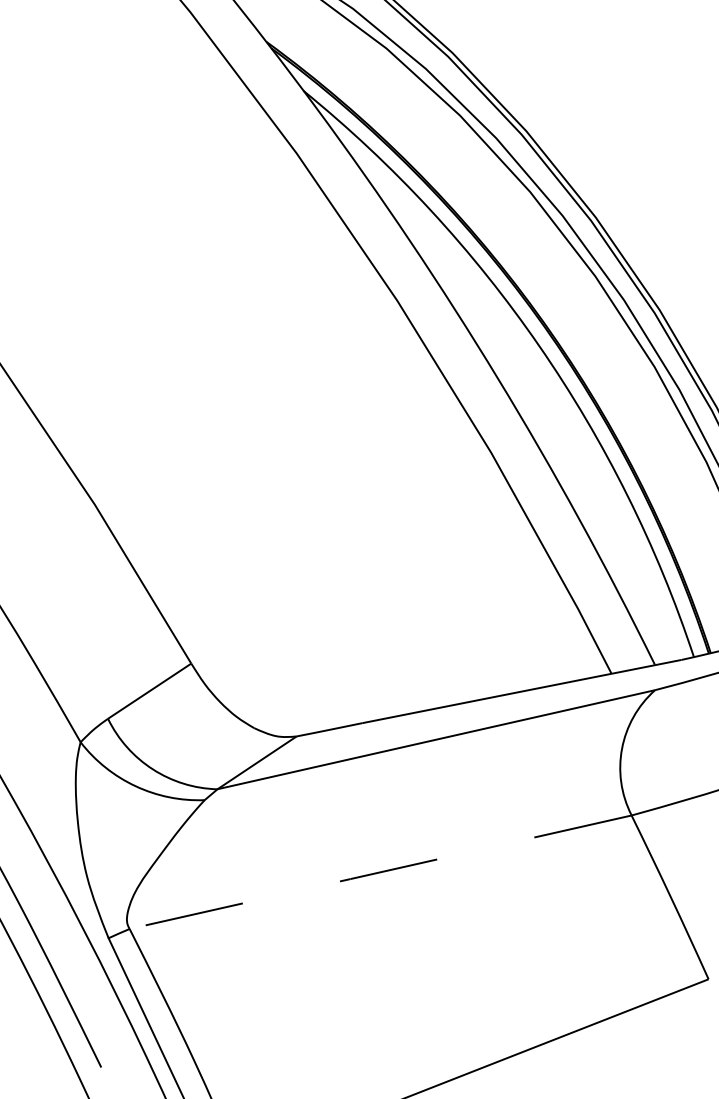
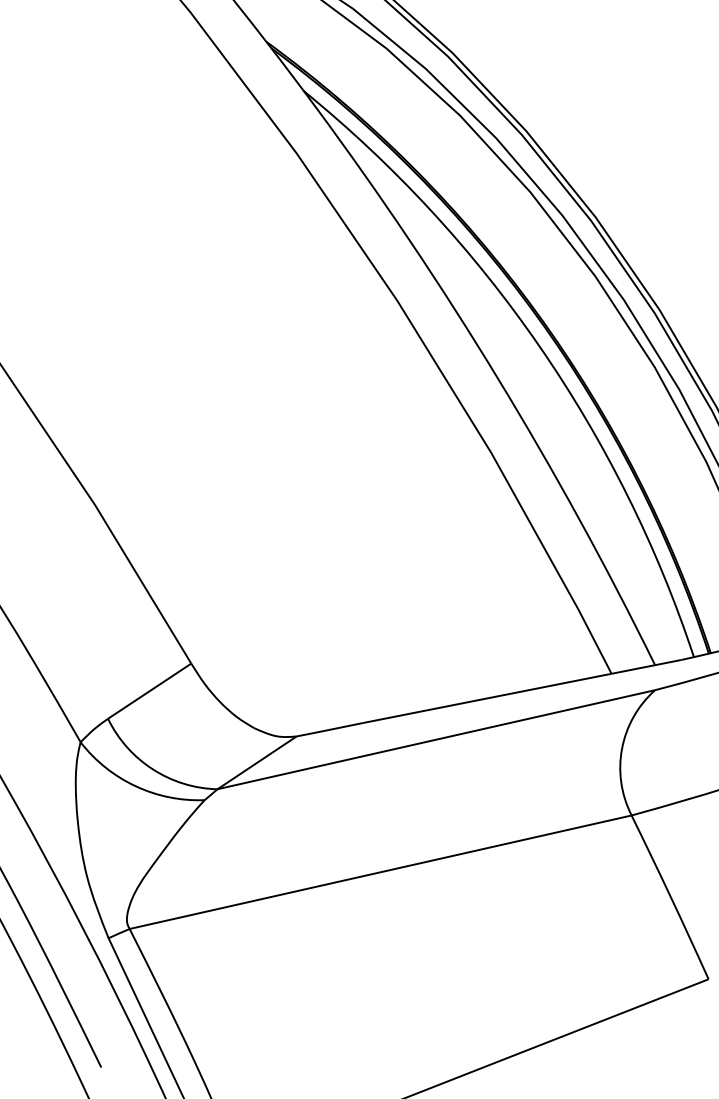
line at (379, 872): dashed -> solid
